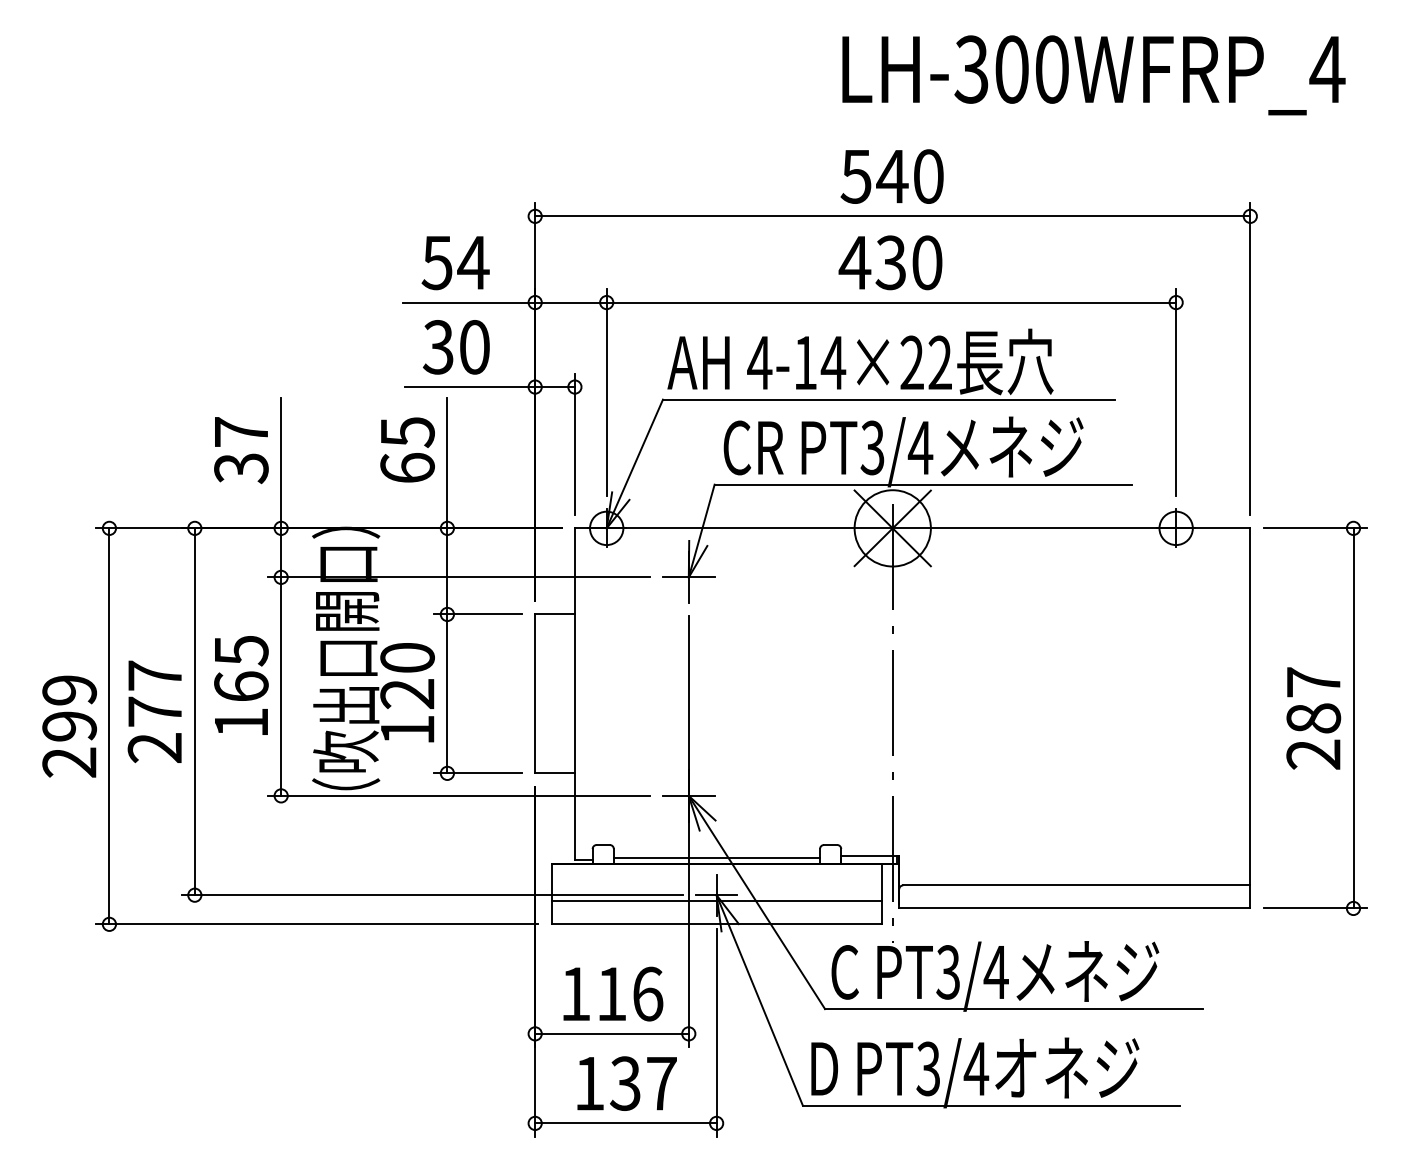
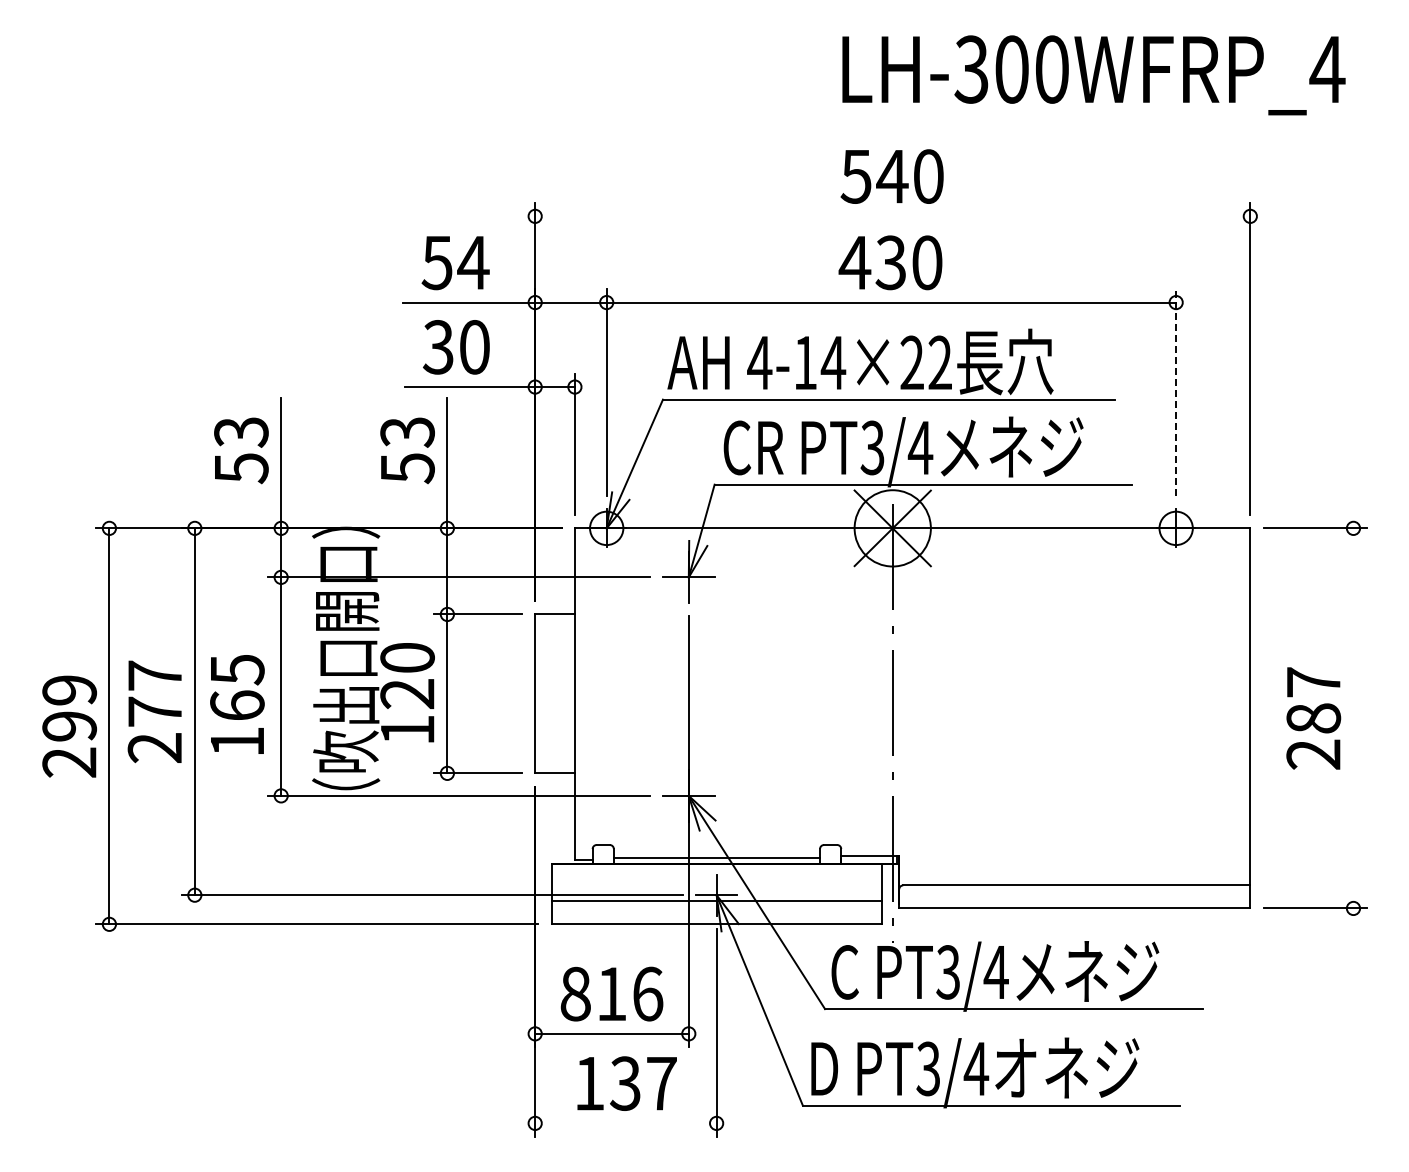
line at (892, 216): present -> none
line at (1176, 392): solid -> dashed
text at (241, 450): 37 -> 53
text at (407, 450): 65 -> 53
text at (241, 685) position: (241, 685) -> (237, 704)
line at (1353, 718): present -> none
text at (575, 993): 116 -> 816
line at (625, 1123): present -> none
